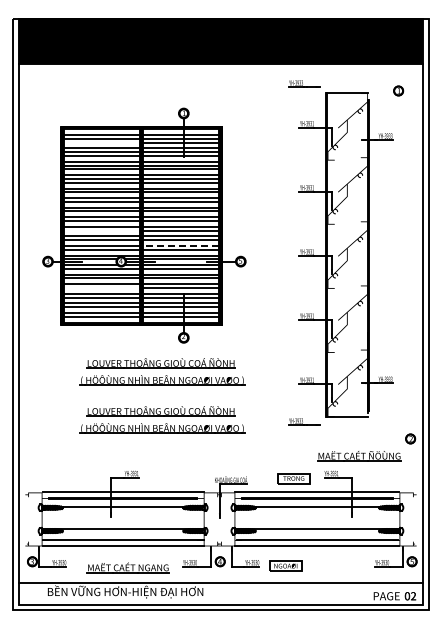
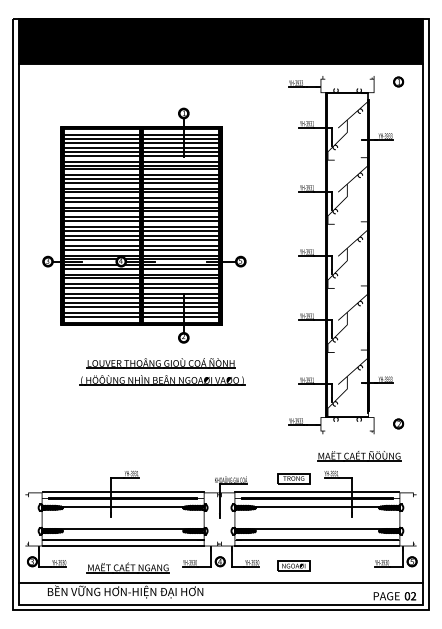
fill at (347, 87): none -> present
part at (398, 90) position: (398, 90) -> (398, 81)
line at (101, 142): none -> present
line at (101, 230): none -> present
line at (180, 245): dashed -> solid
line at (101, 288): none -> present
part at (162, 419): present -> none
fill at (347, 422): none -> present
part at (410, 438) position: (410, 438) -> (398, 423)
part at (285, 565) position: (285, 565) -> (293, 565)
